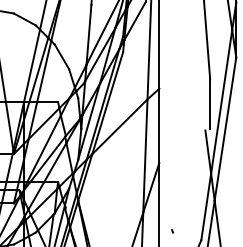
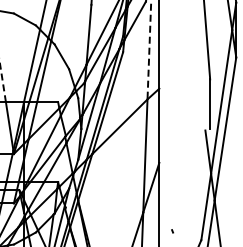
line at (149, 50): solid -> dashed
line at (2, 82): solid -> dashed
